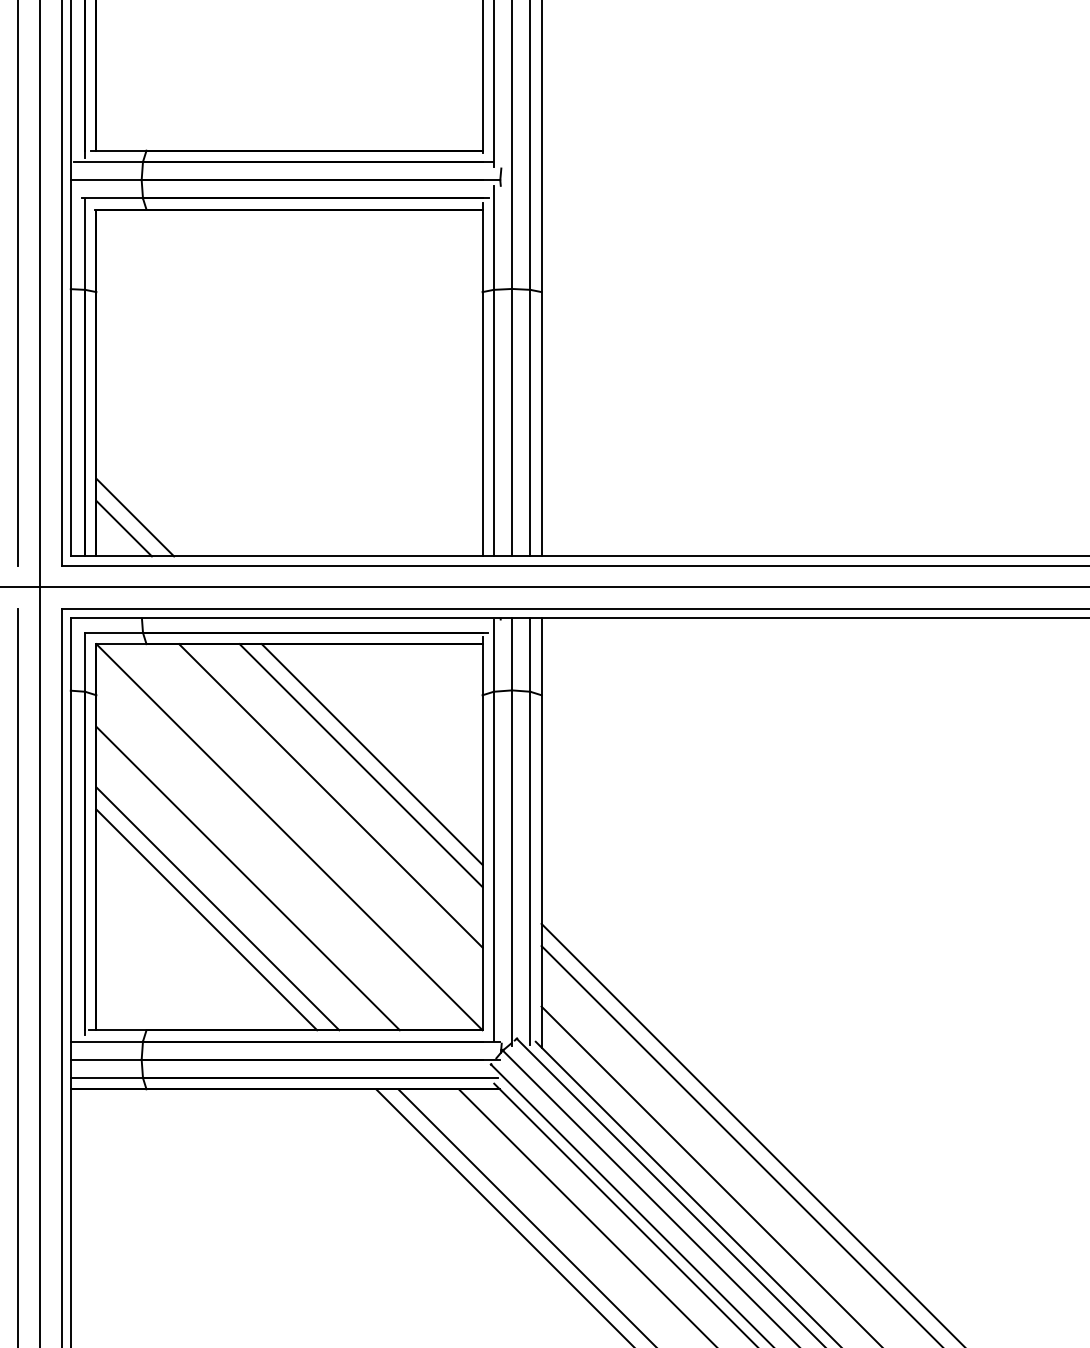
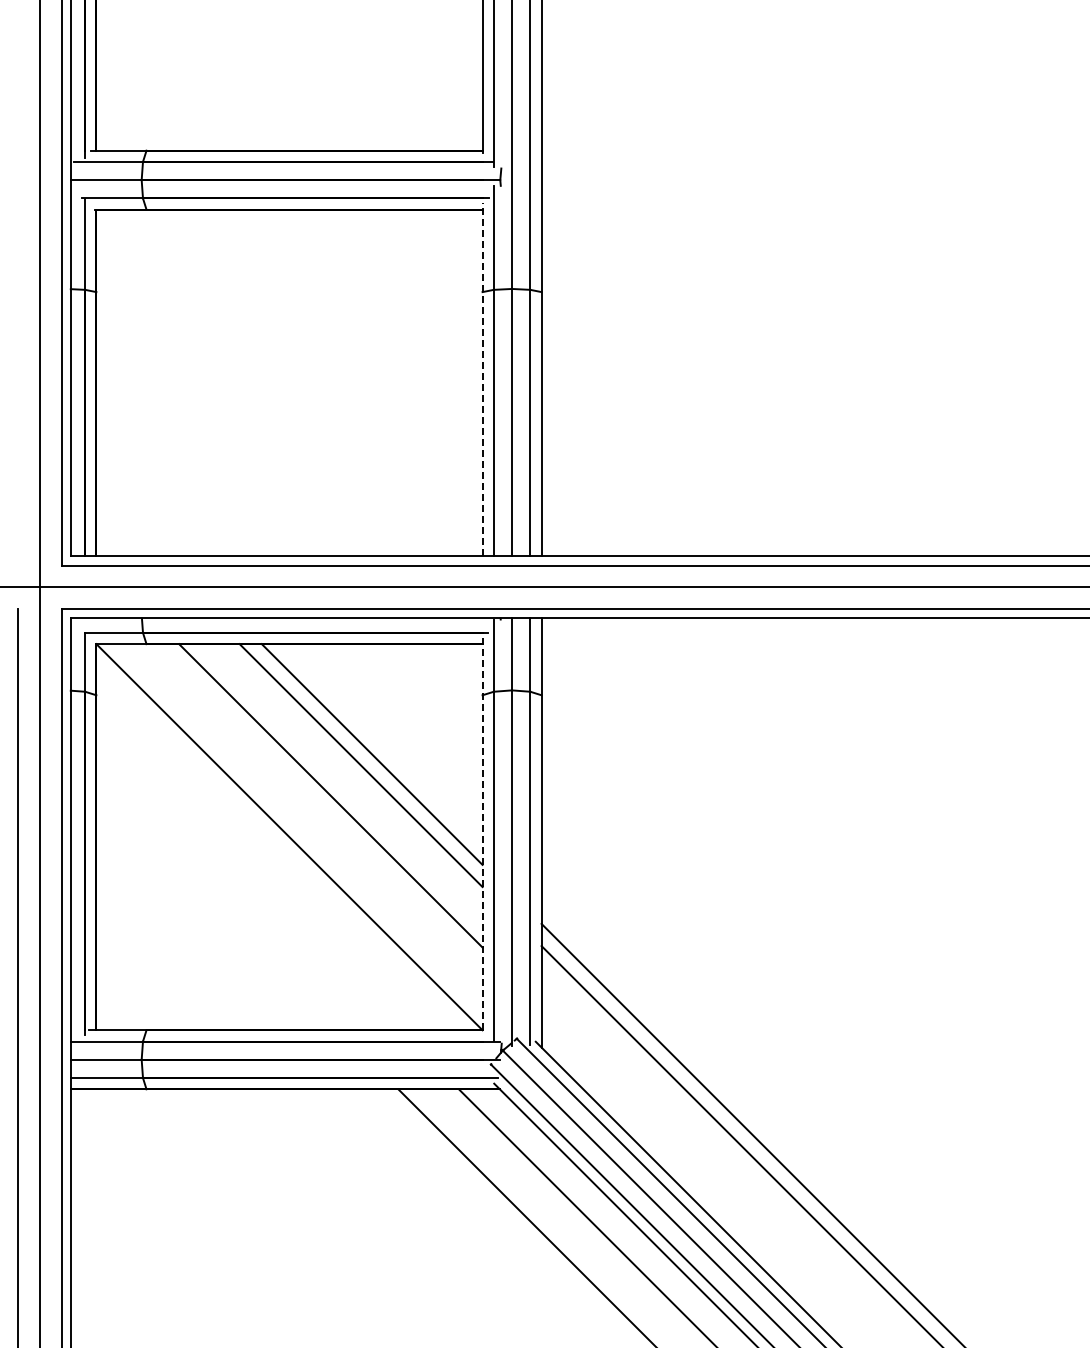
line at (17, 283): present -> none
line at (482, 379): solid -> dashed
line at (135, 517): present -> none
line at (123, 528): present -> none
line at (482, 833): solid -> dashed
line at (247, 878): present -> none
line at (217, 908): present -> none
line at (206, 919): present -> none
line at (710, 1175): present -> none
line at (503, 1216): present -> none
